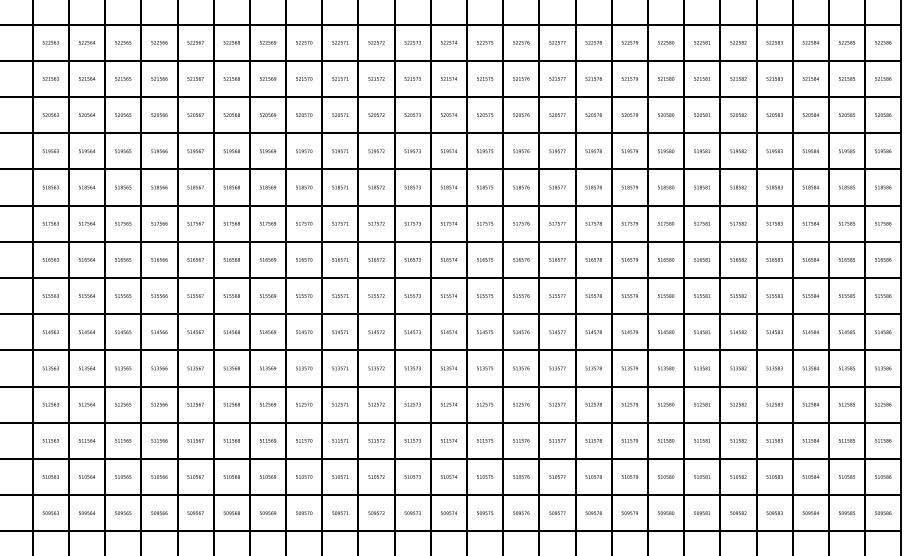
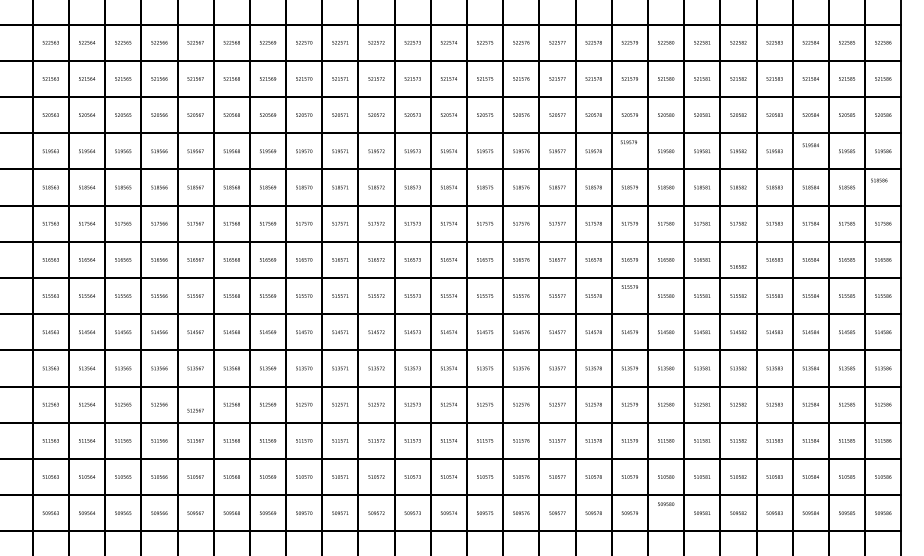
text at (629, 151) position: (629, 151) -> (628, 142)
text at (810, 151) position: (810, 151) -> (810, 145)
text at (883, 187) position: (883, 187) -> (879, 180)
text at (738, 259) position: (738, 259) -> (738, 266)
text at (629, 295) position: (629, 295) -> (629, 286)
text at (195, 404) position: (195, 404) -> (195, 410)
text at (666, 512) position: (666, 512) -> (666, 503)
